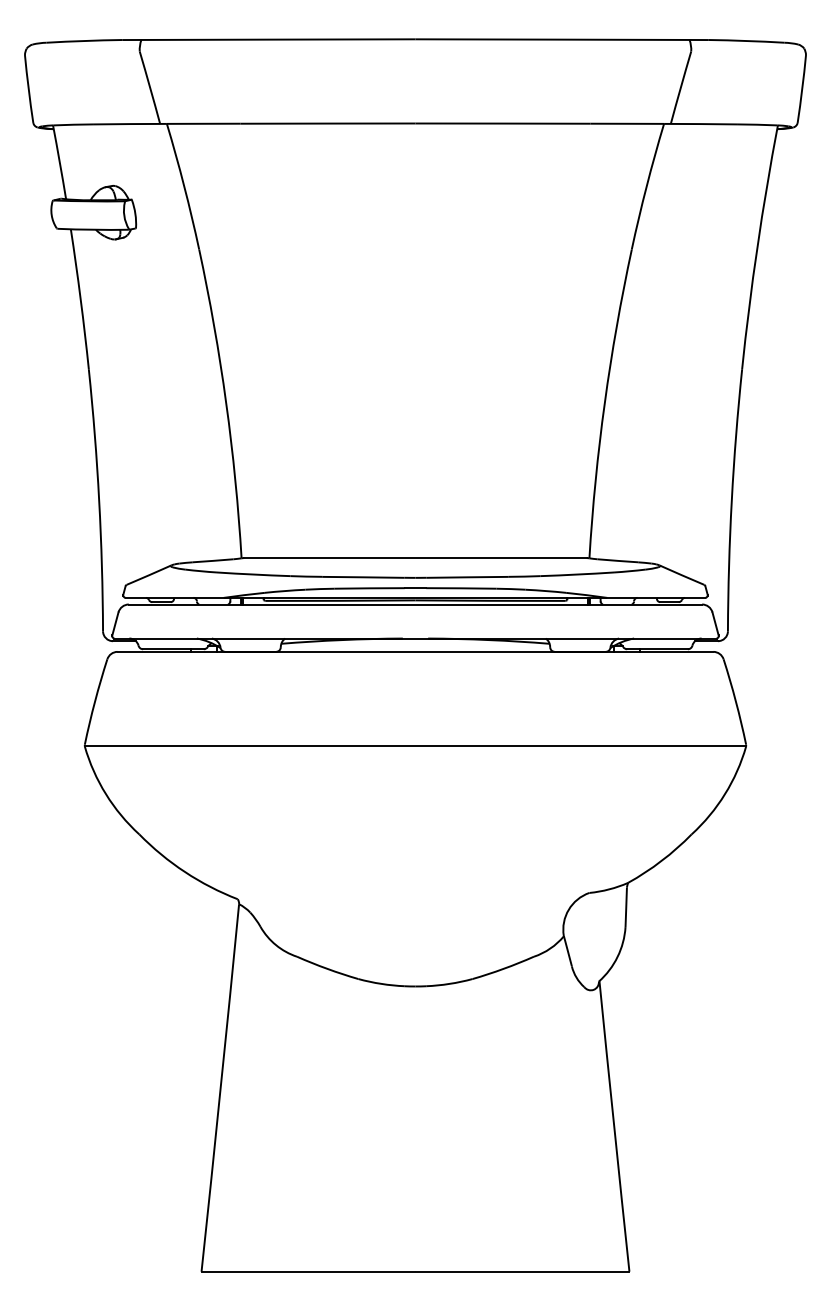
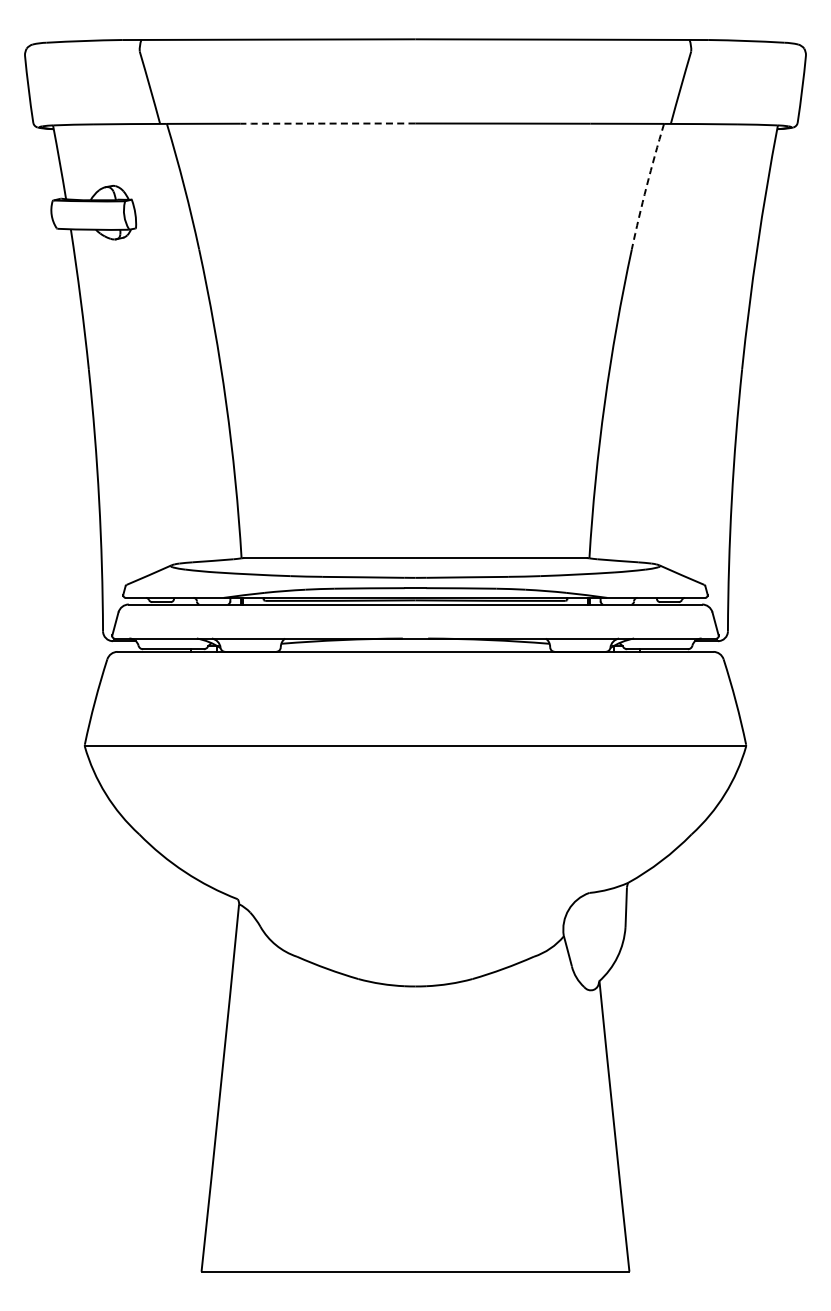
arc at (328, 123): solid -> dashed
arc at (646, 186): solid -> dashed
